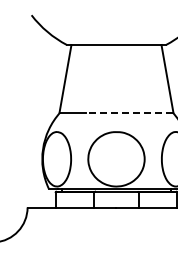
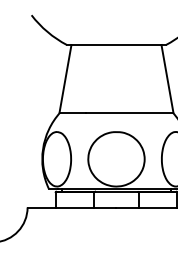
line at (129, 112): dashed -> solid
